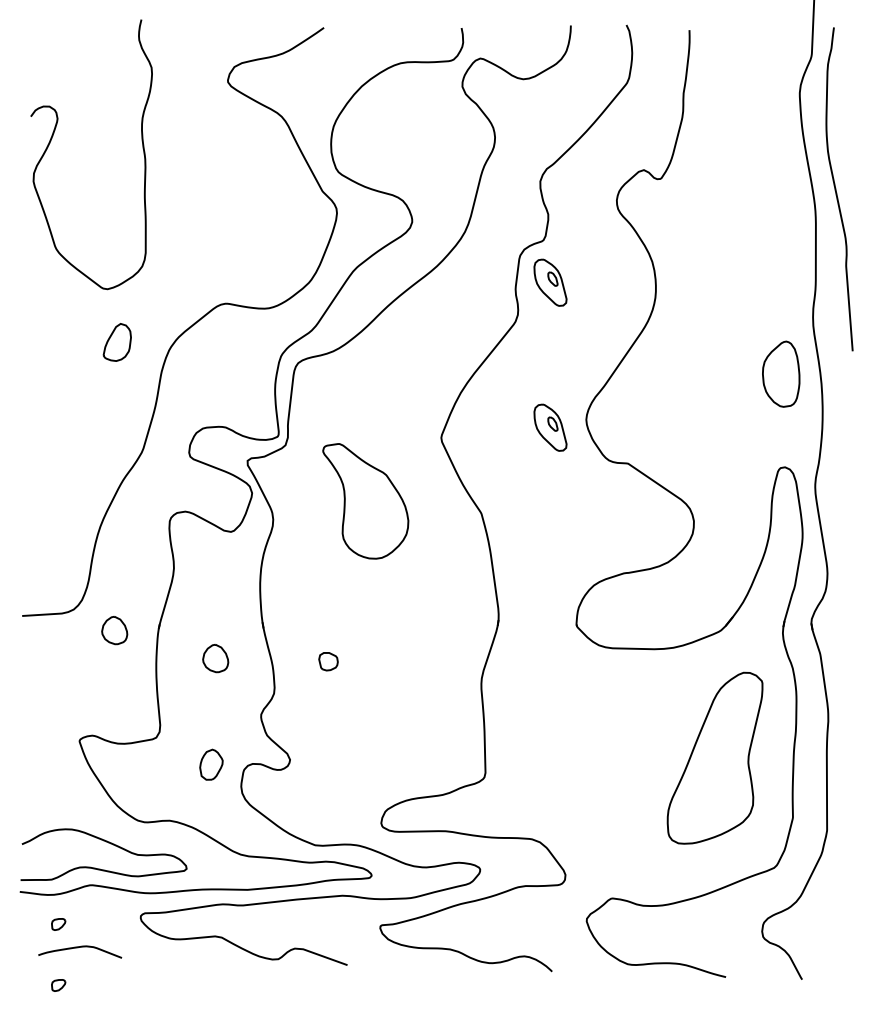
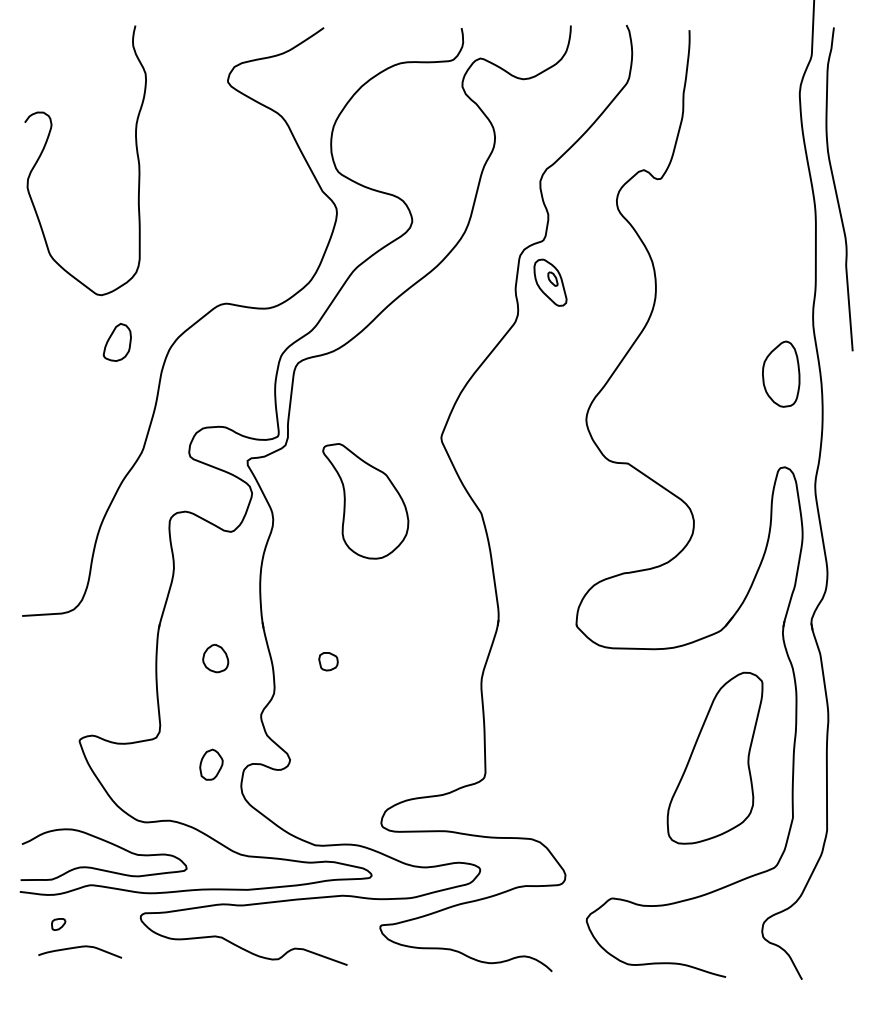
curve at (53, 136) position: (53, 136) -> (47, 142)
part at (550, 427): present -> none
part at (114, 630): present -> none
part at (58, 985): present -> none
